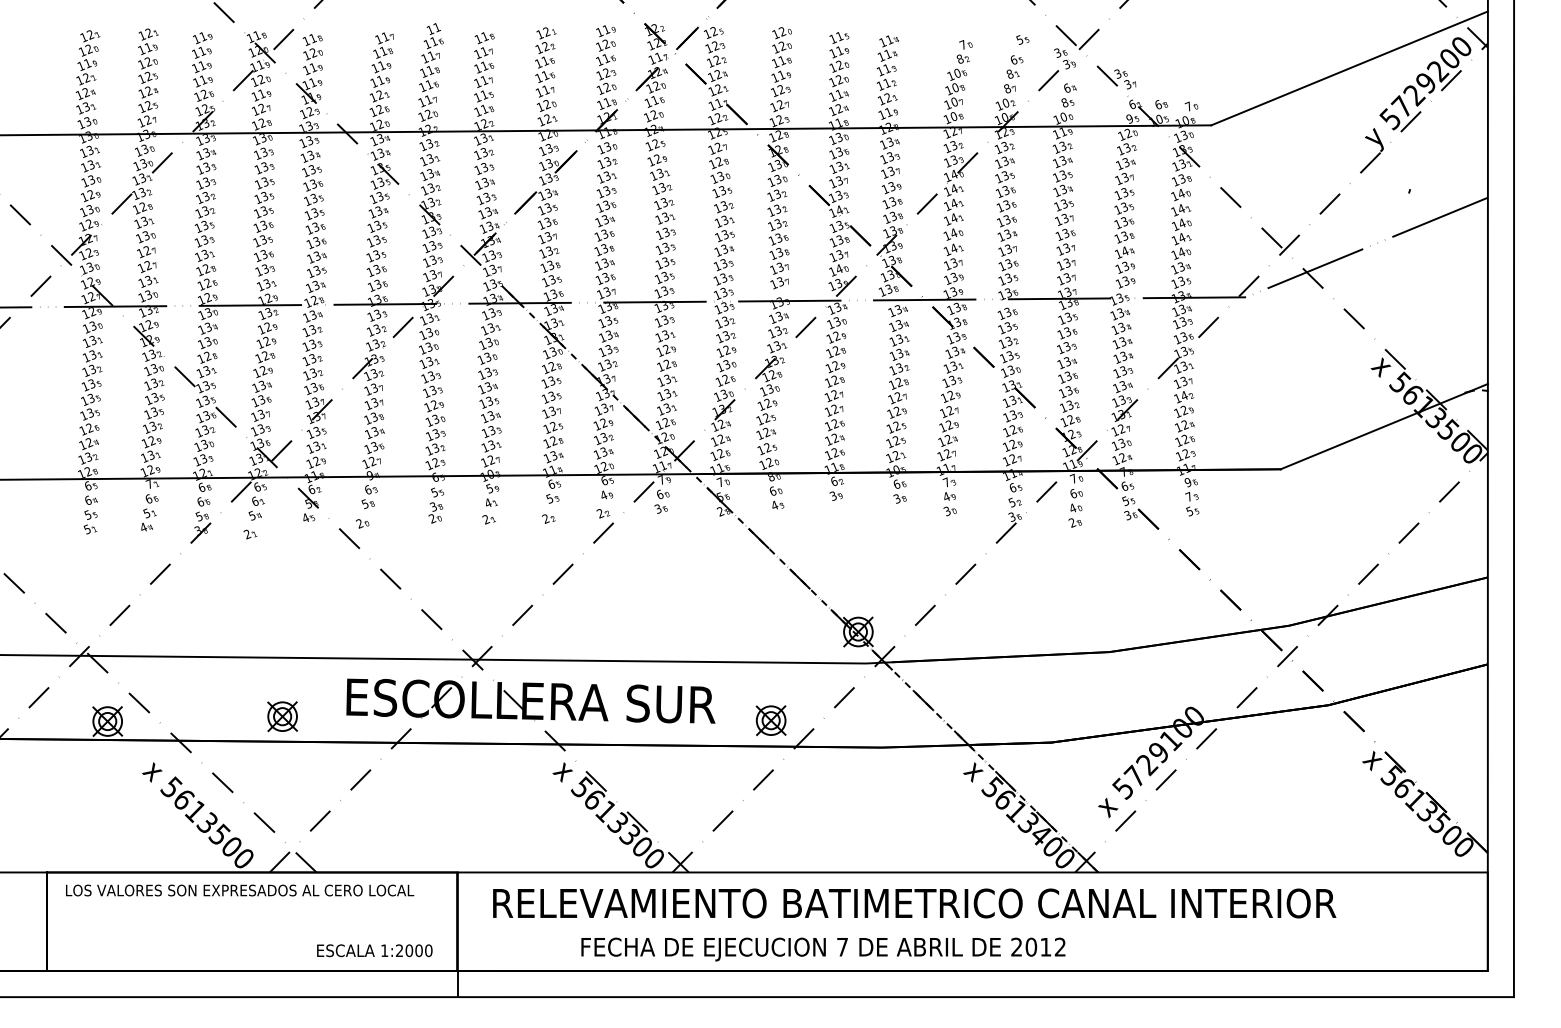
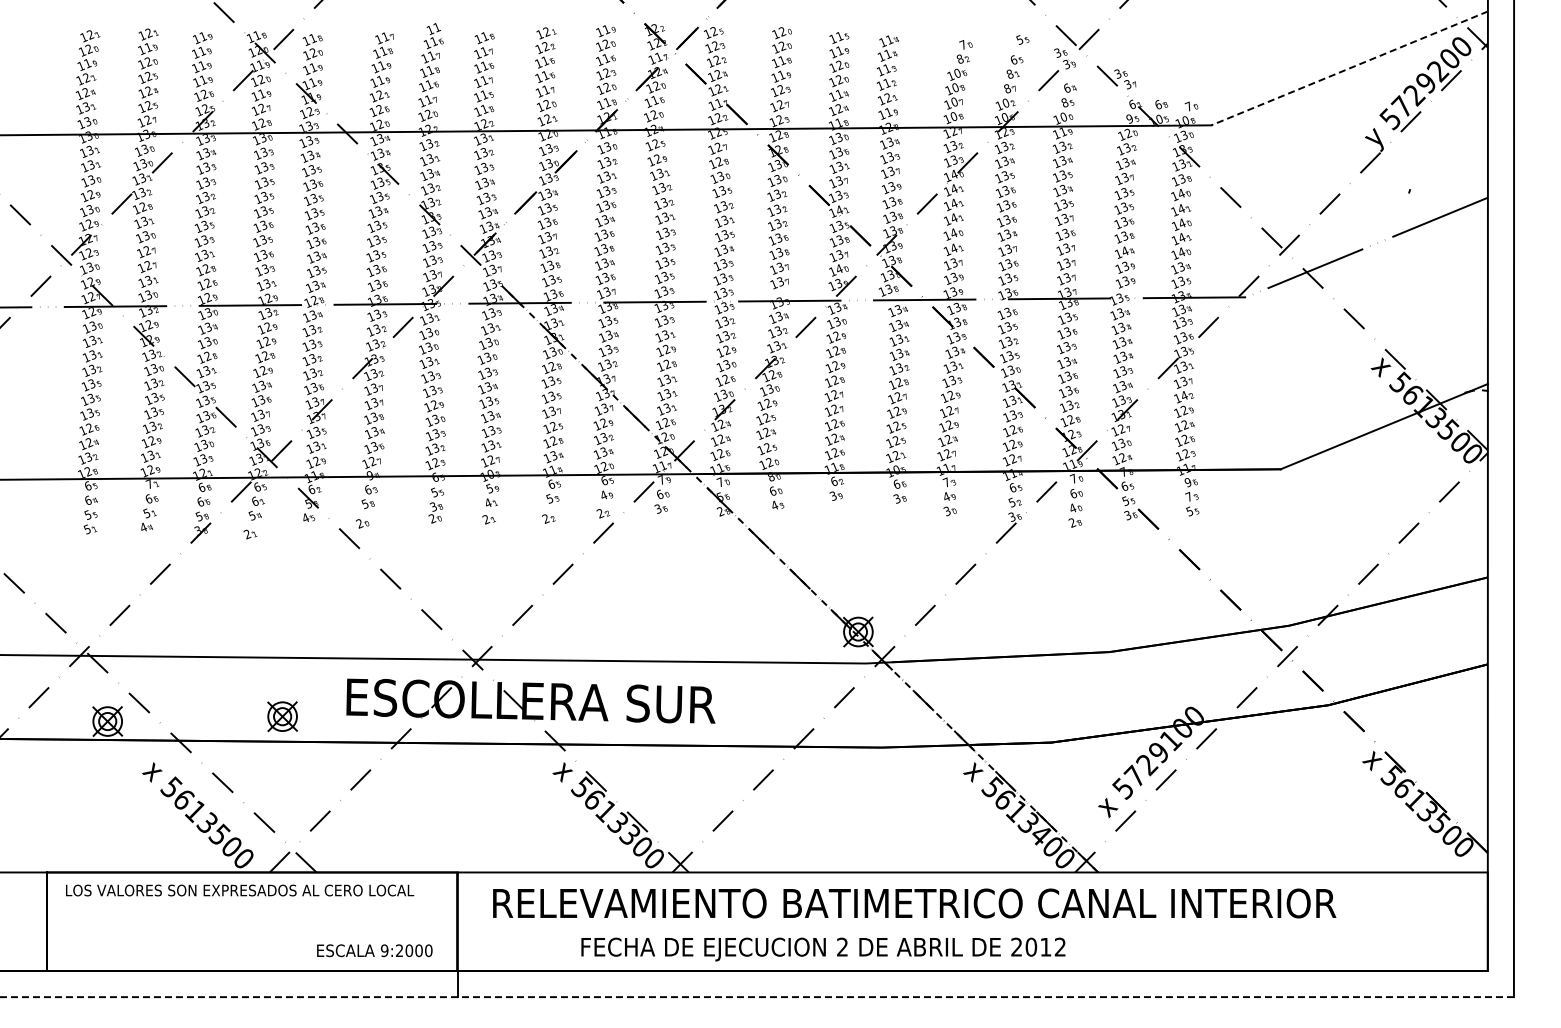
line at (1349, 68): solid -> dashed
part at (770, 720): present -> none
text at (842, 946): 7 -> 2
text at (384, 950): 1:2000 -> 9:2000
line at (757, 997): solid -> dashed
